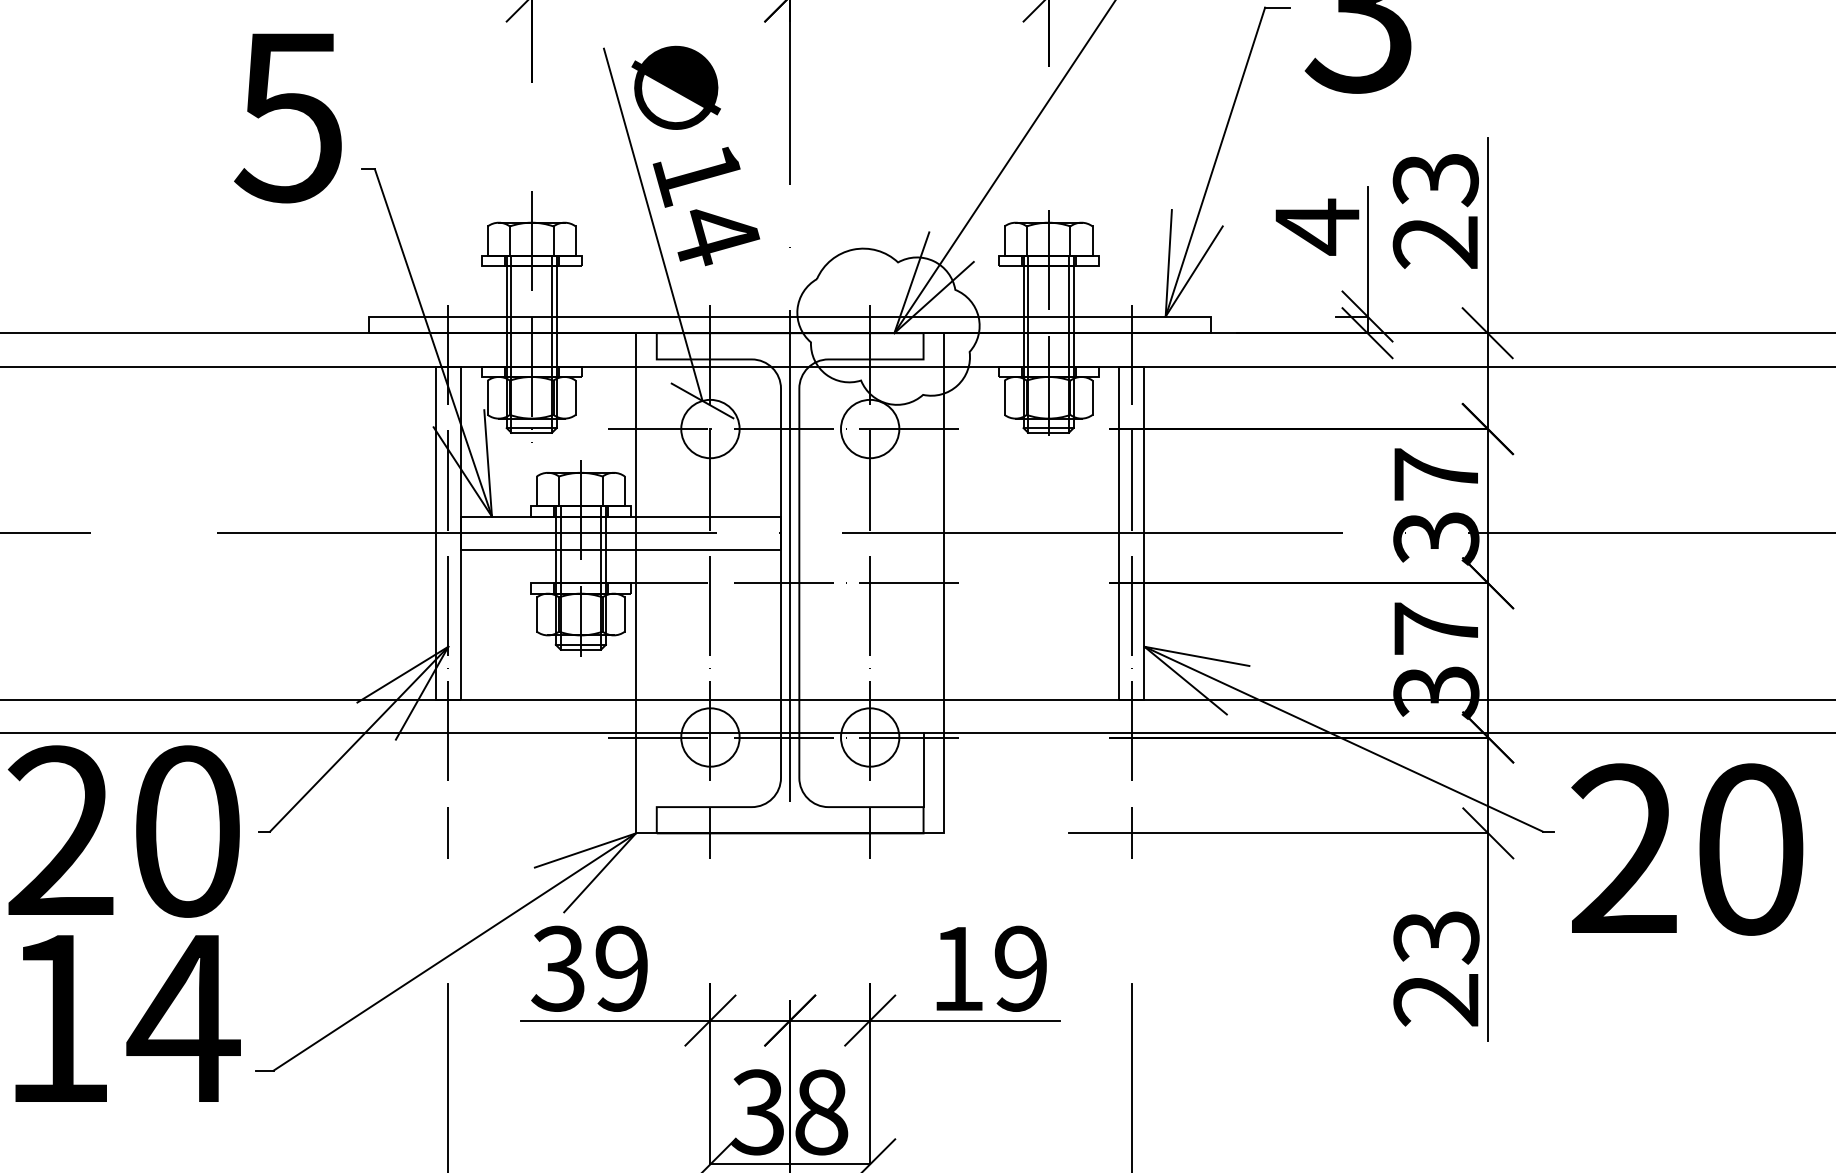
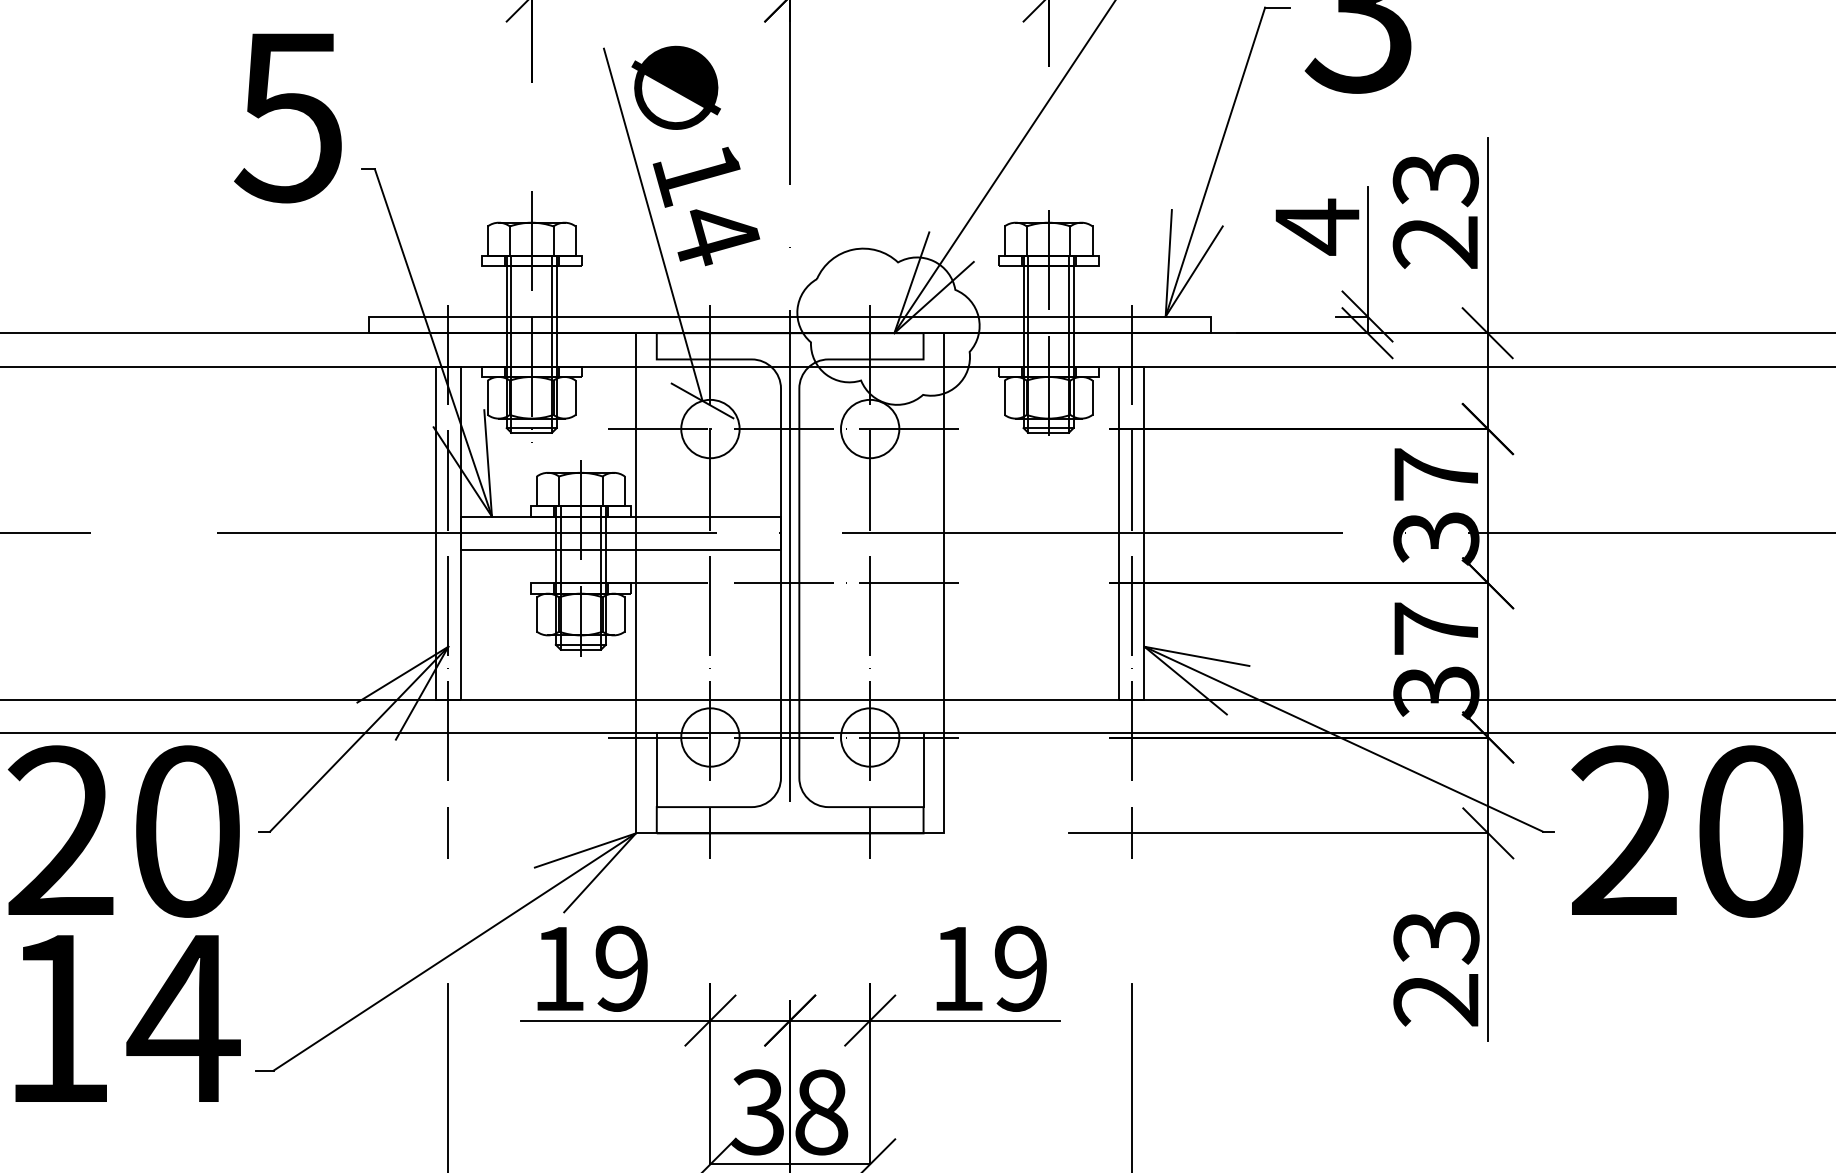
line at (656, 770): none -> present
text at (1687, 849) position: (1687, 849) -> (1687, 831)
text at (557, 968): 39 -> 19
